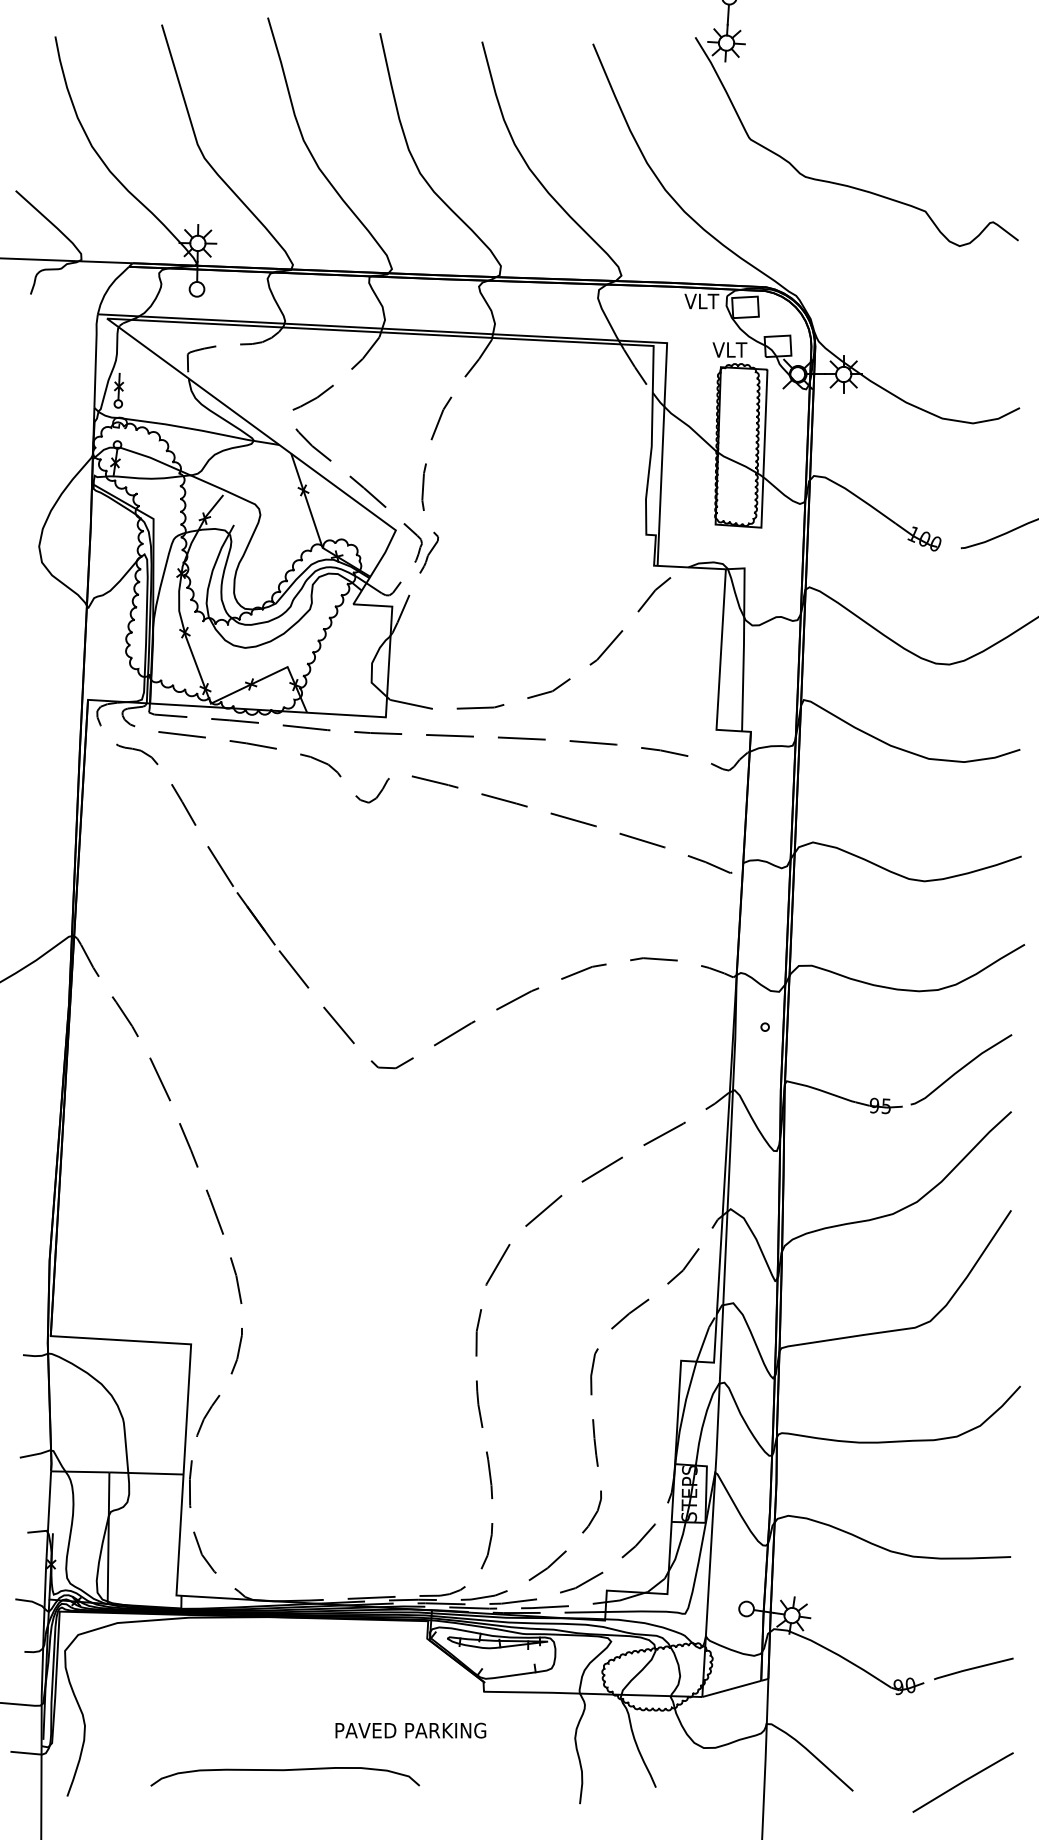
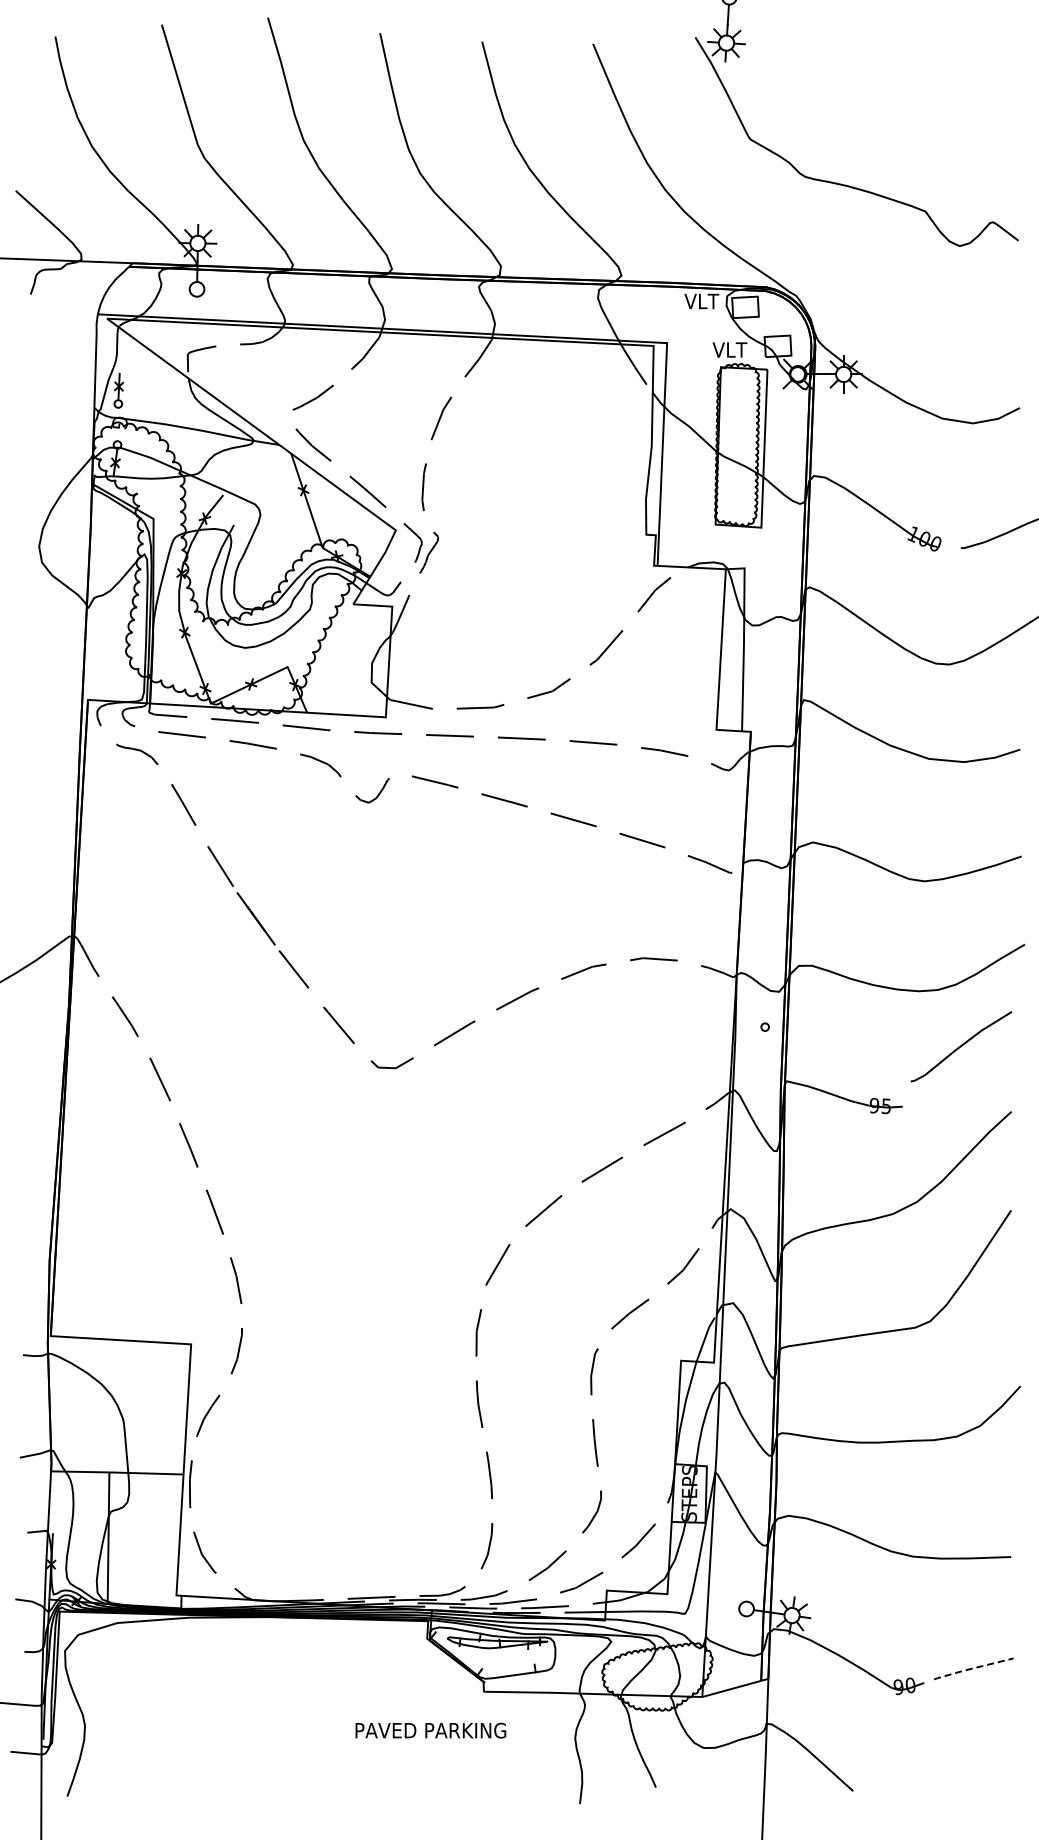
curve at (961, 1069) position: (961, 1069) -> (961, 1046)
line at (972, 1668): solid -> dashed
text at (410, 1730) position: (410, 1730) -> (430, 1730)
curve at (284, 1771): present -> none
line at (962, 1782): present -> none
